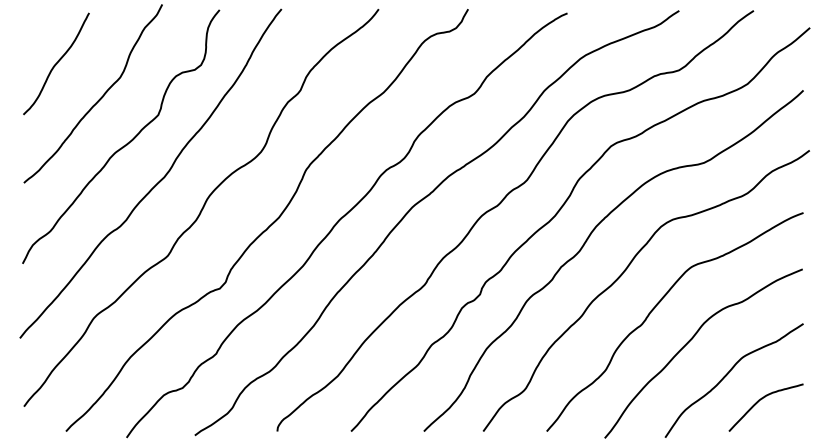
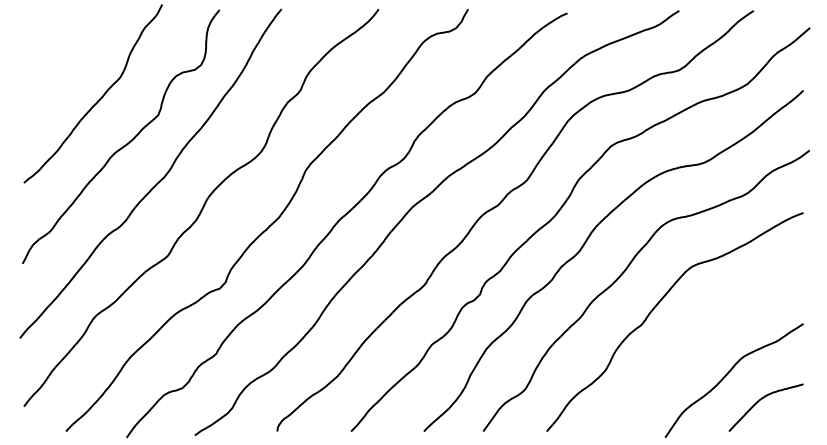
curve at (56, 63): present -> none
curve at (691, 340): present -> none
